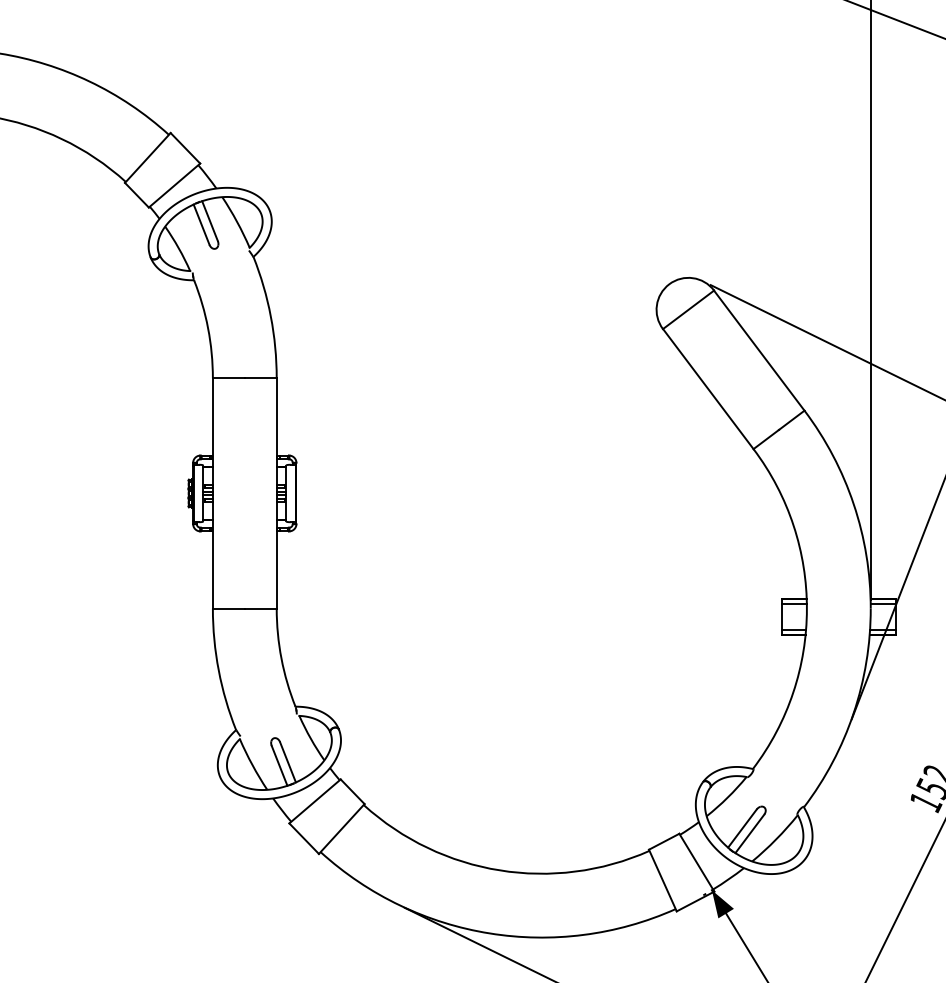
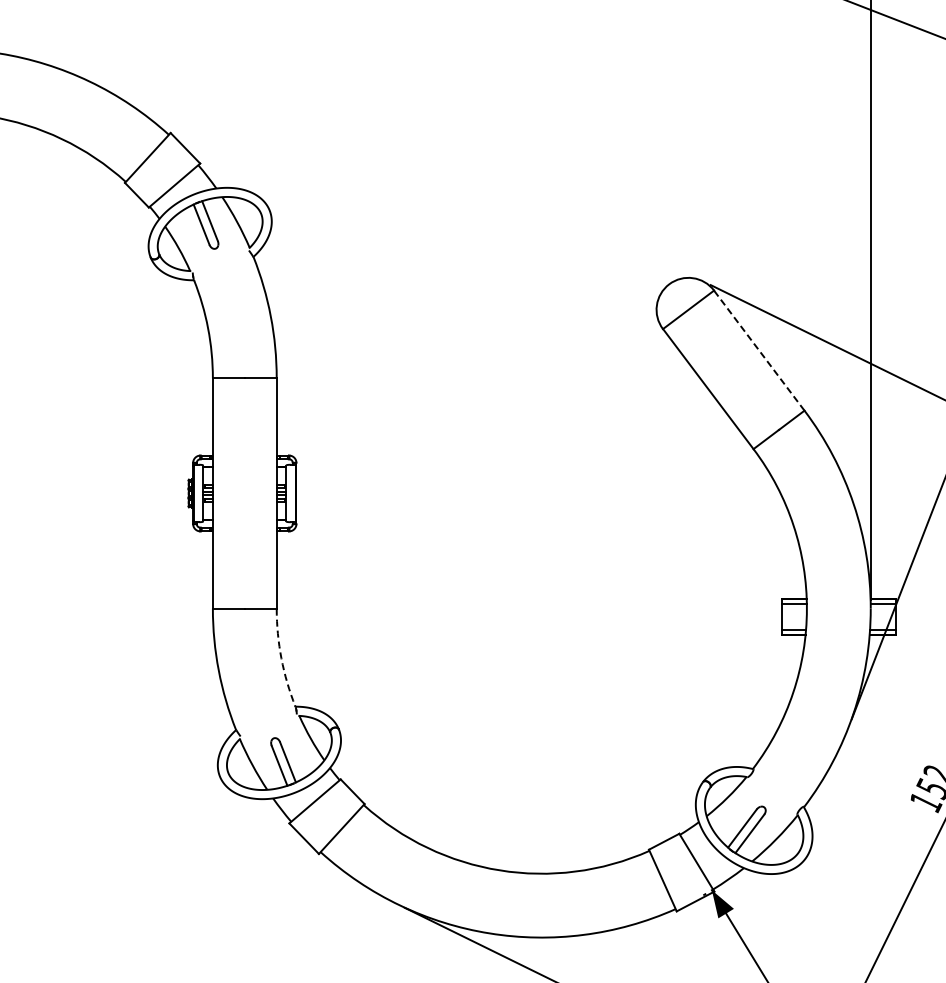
line at (758, 350): solid -> dashed
arc at (281, 658): solid -> dashed
